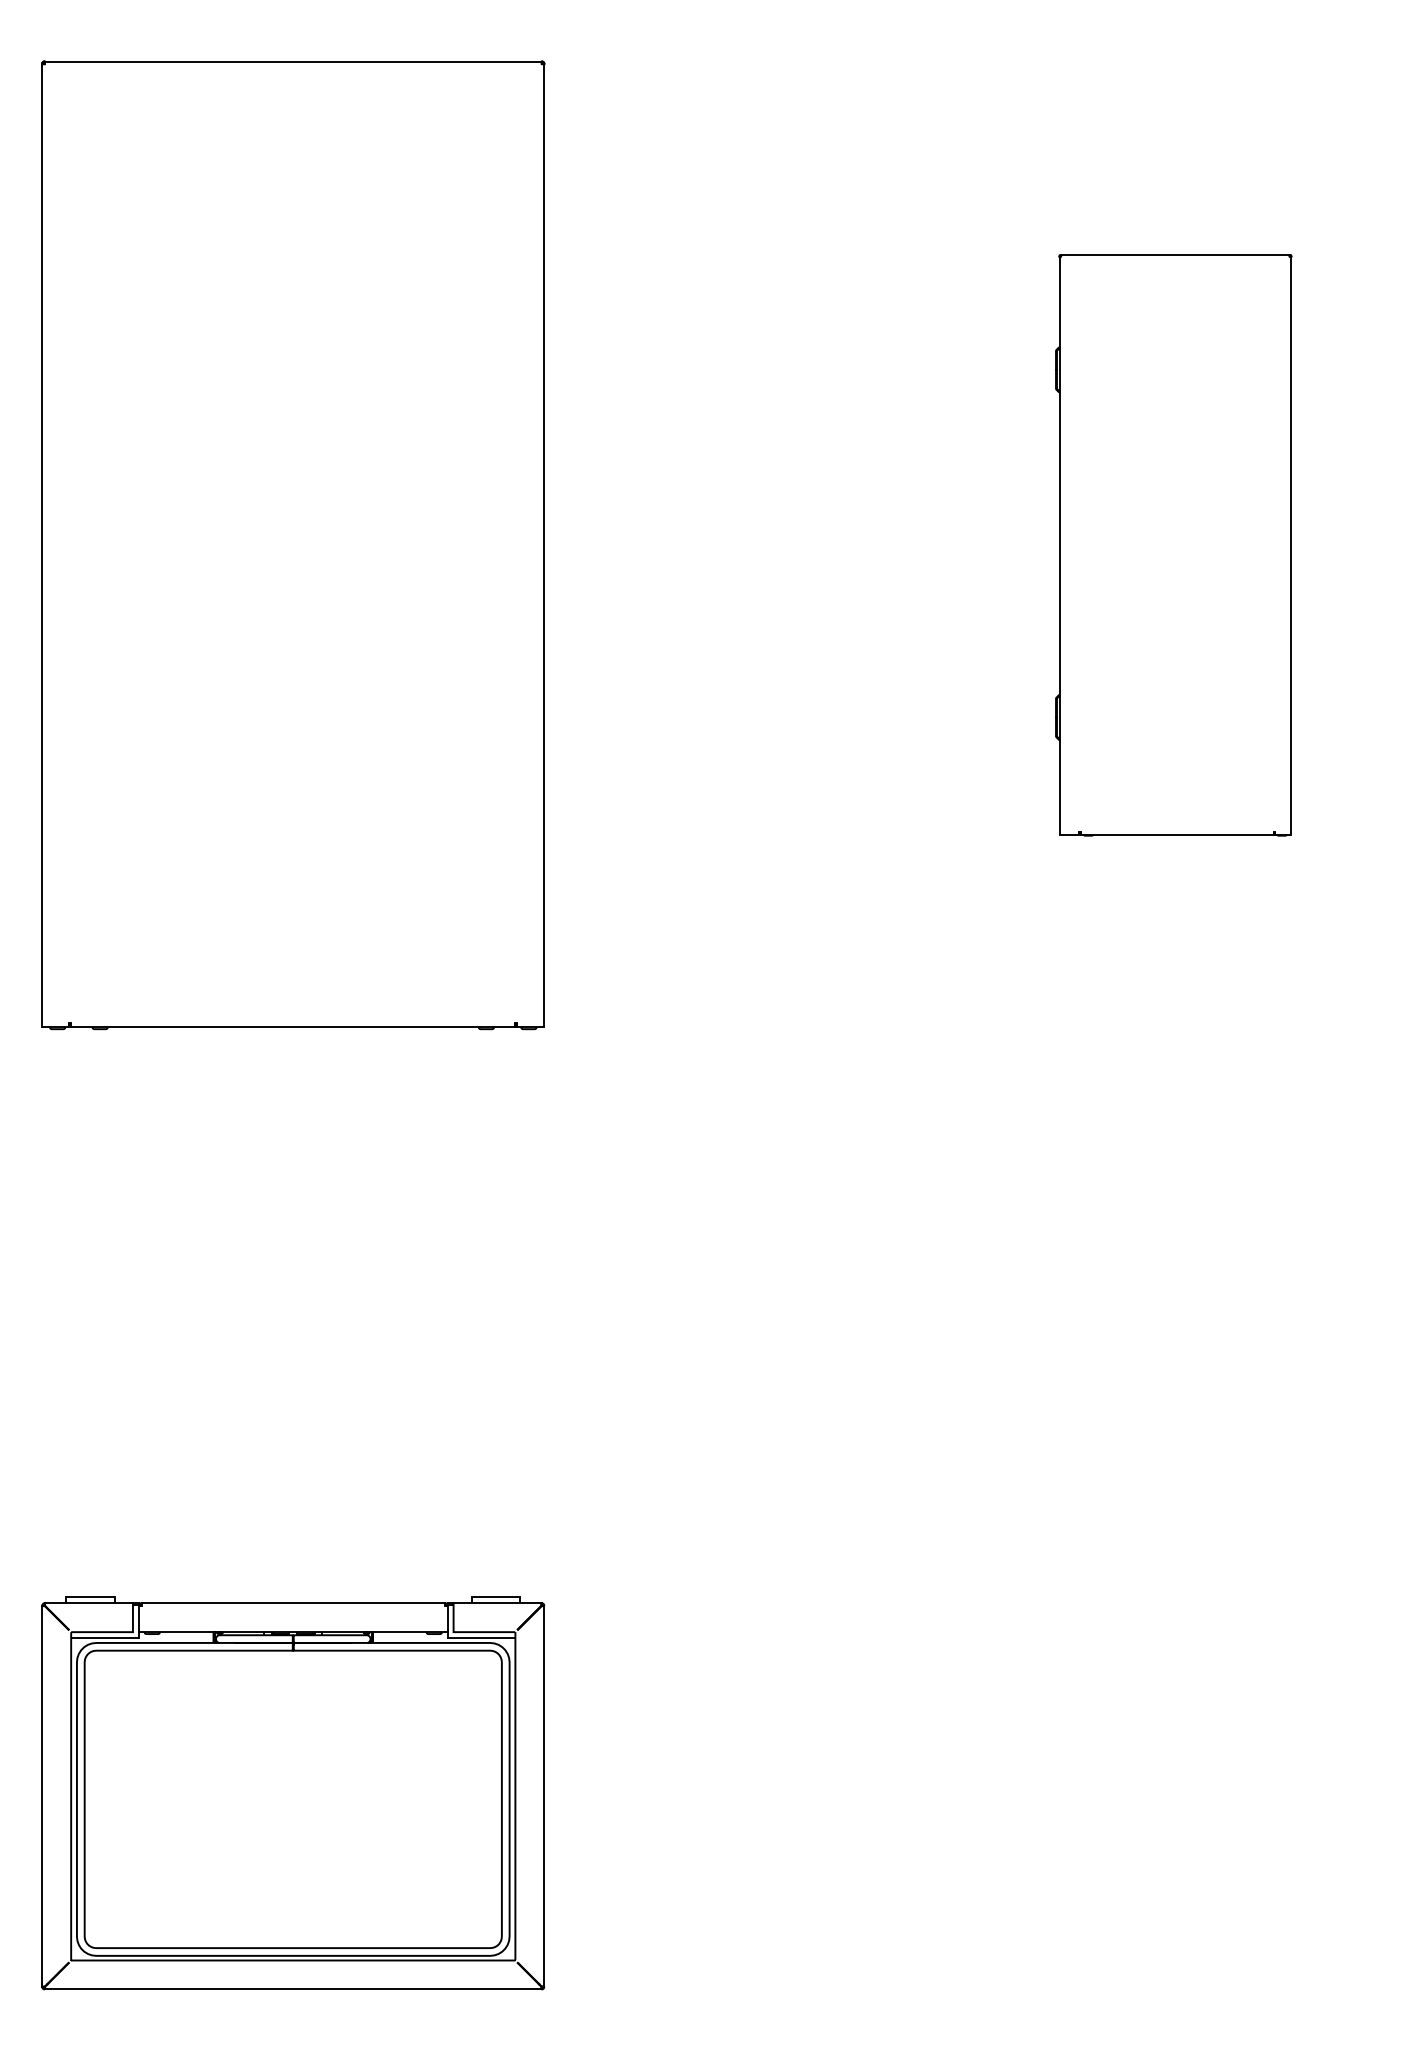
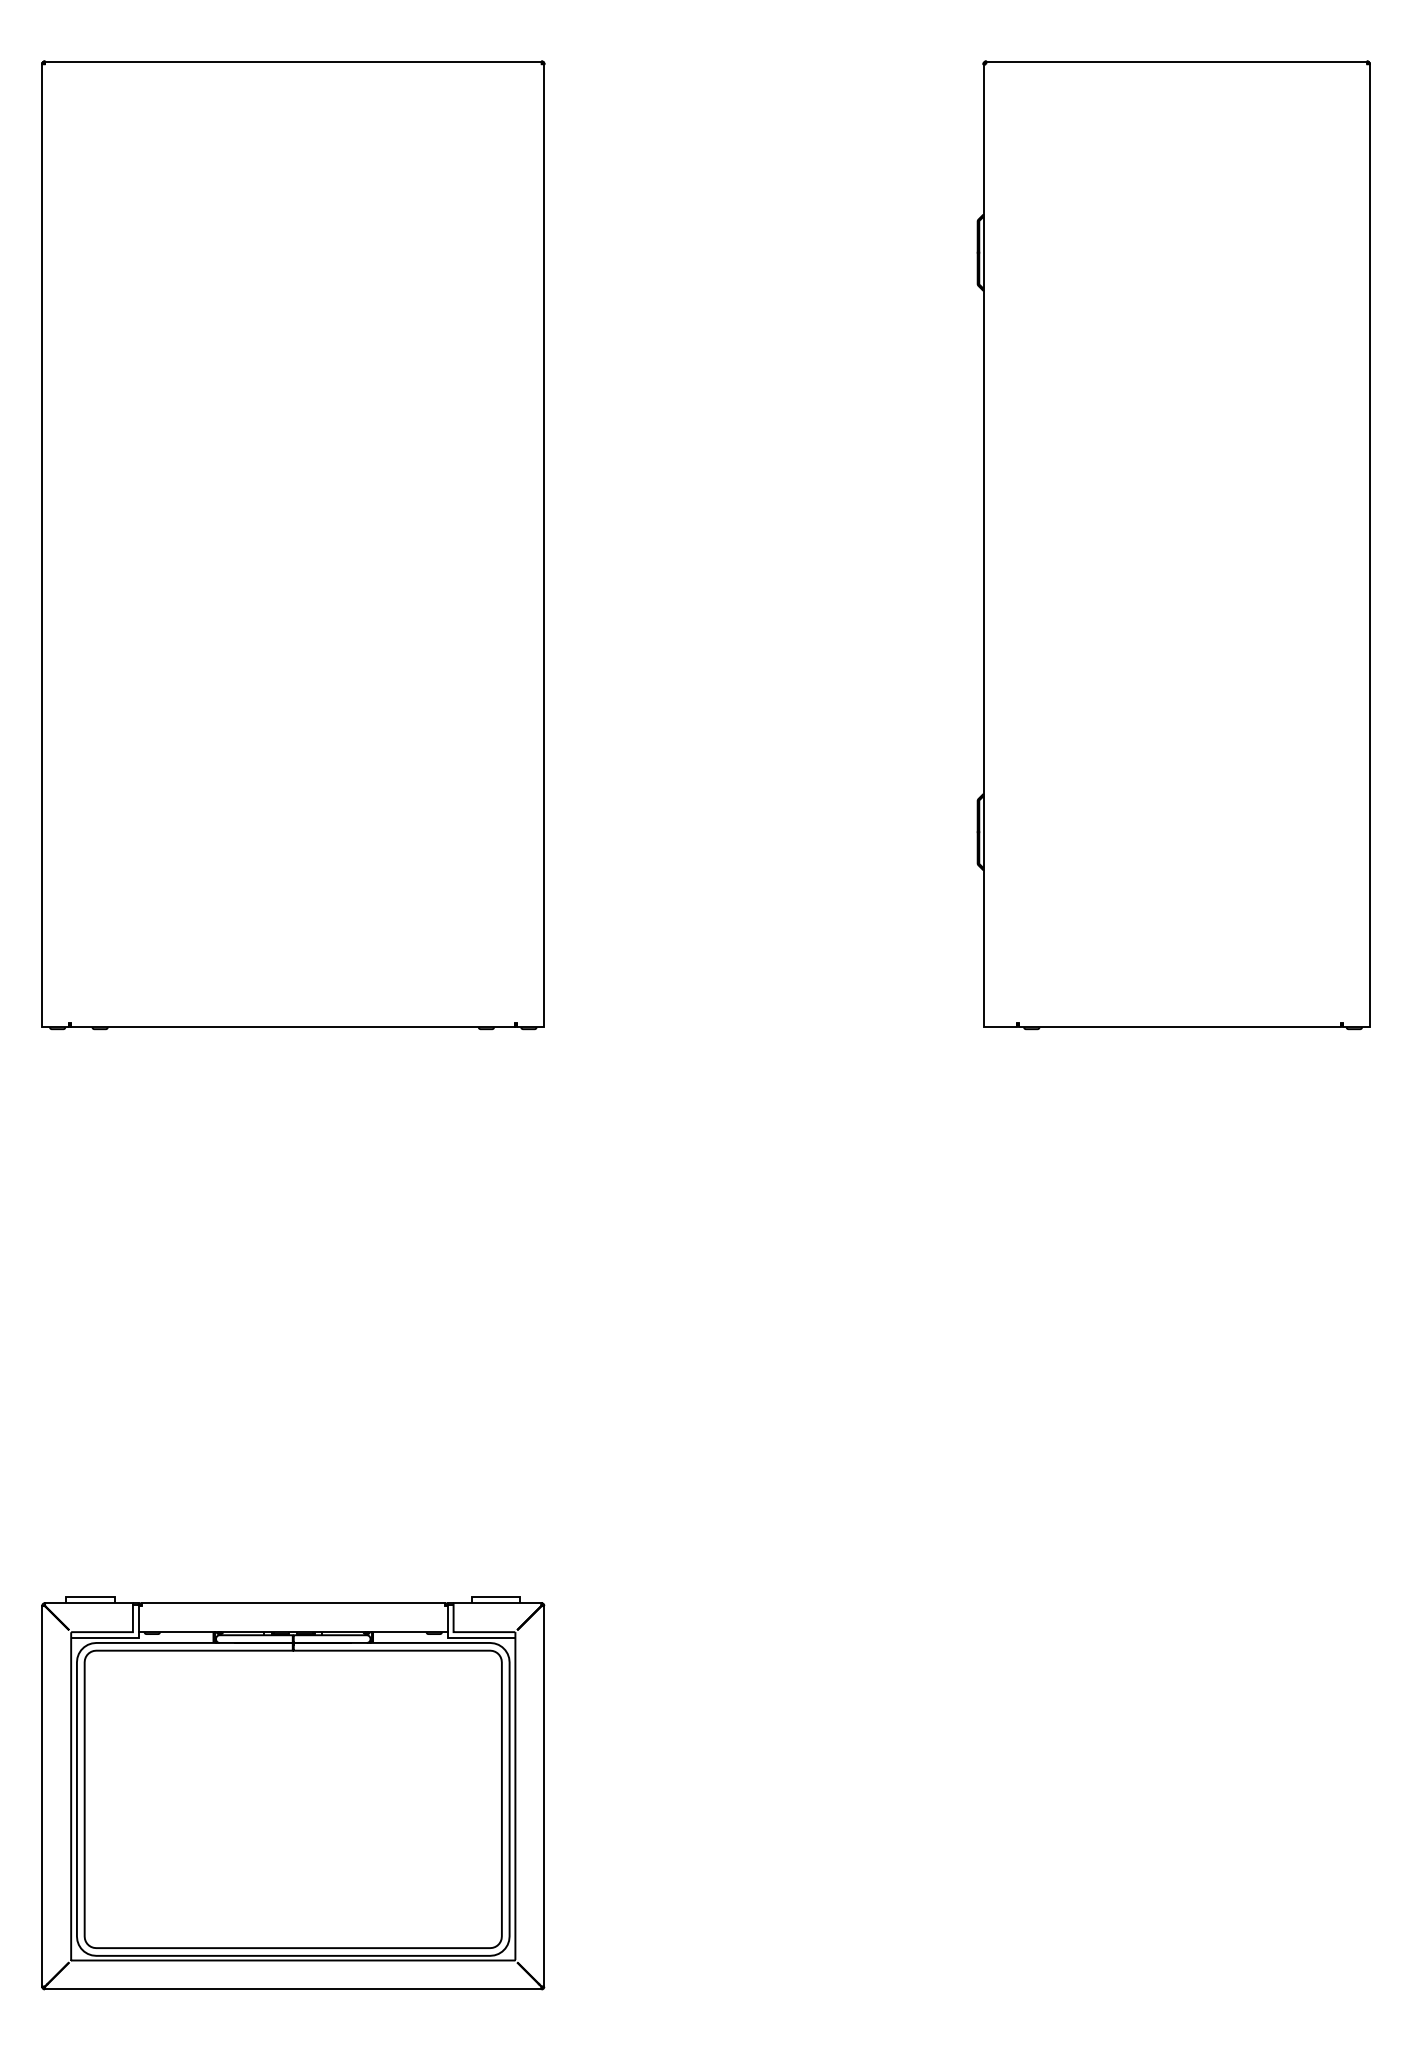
part at (1173, 545) size: 238x583 px -> 395x971 px
